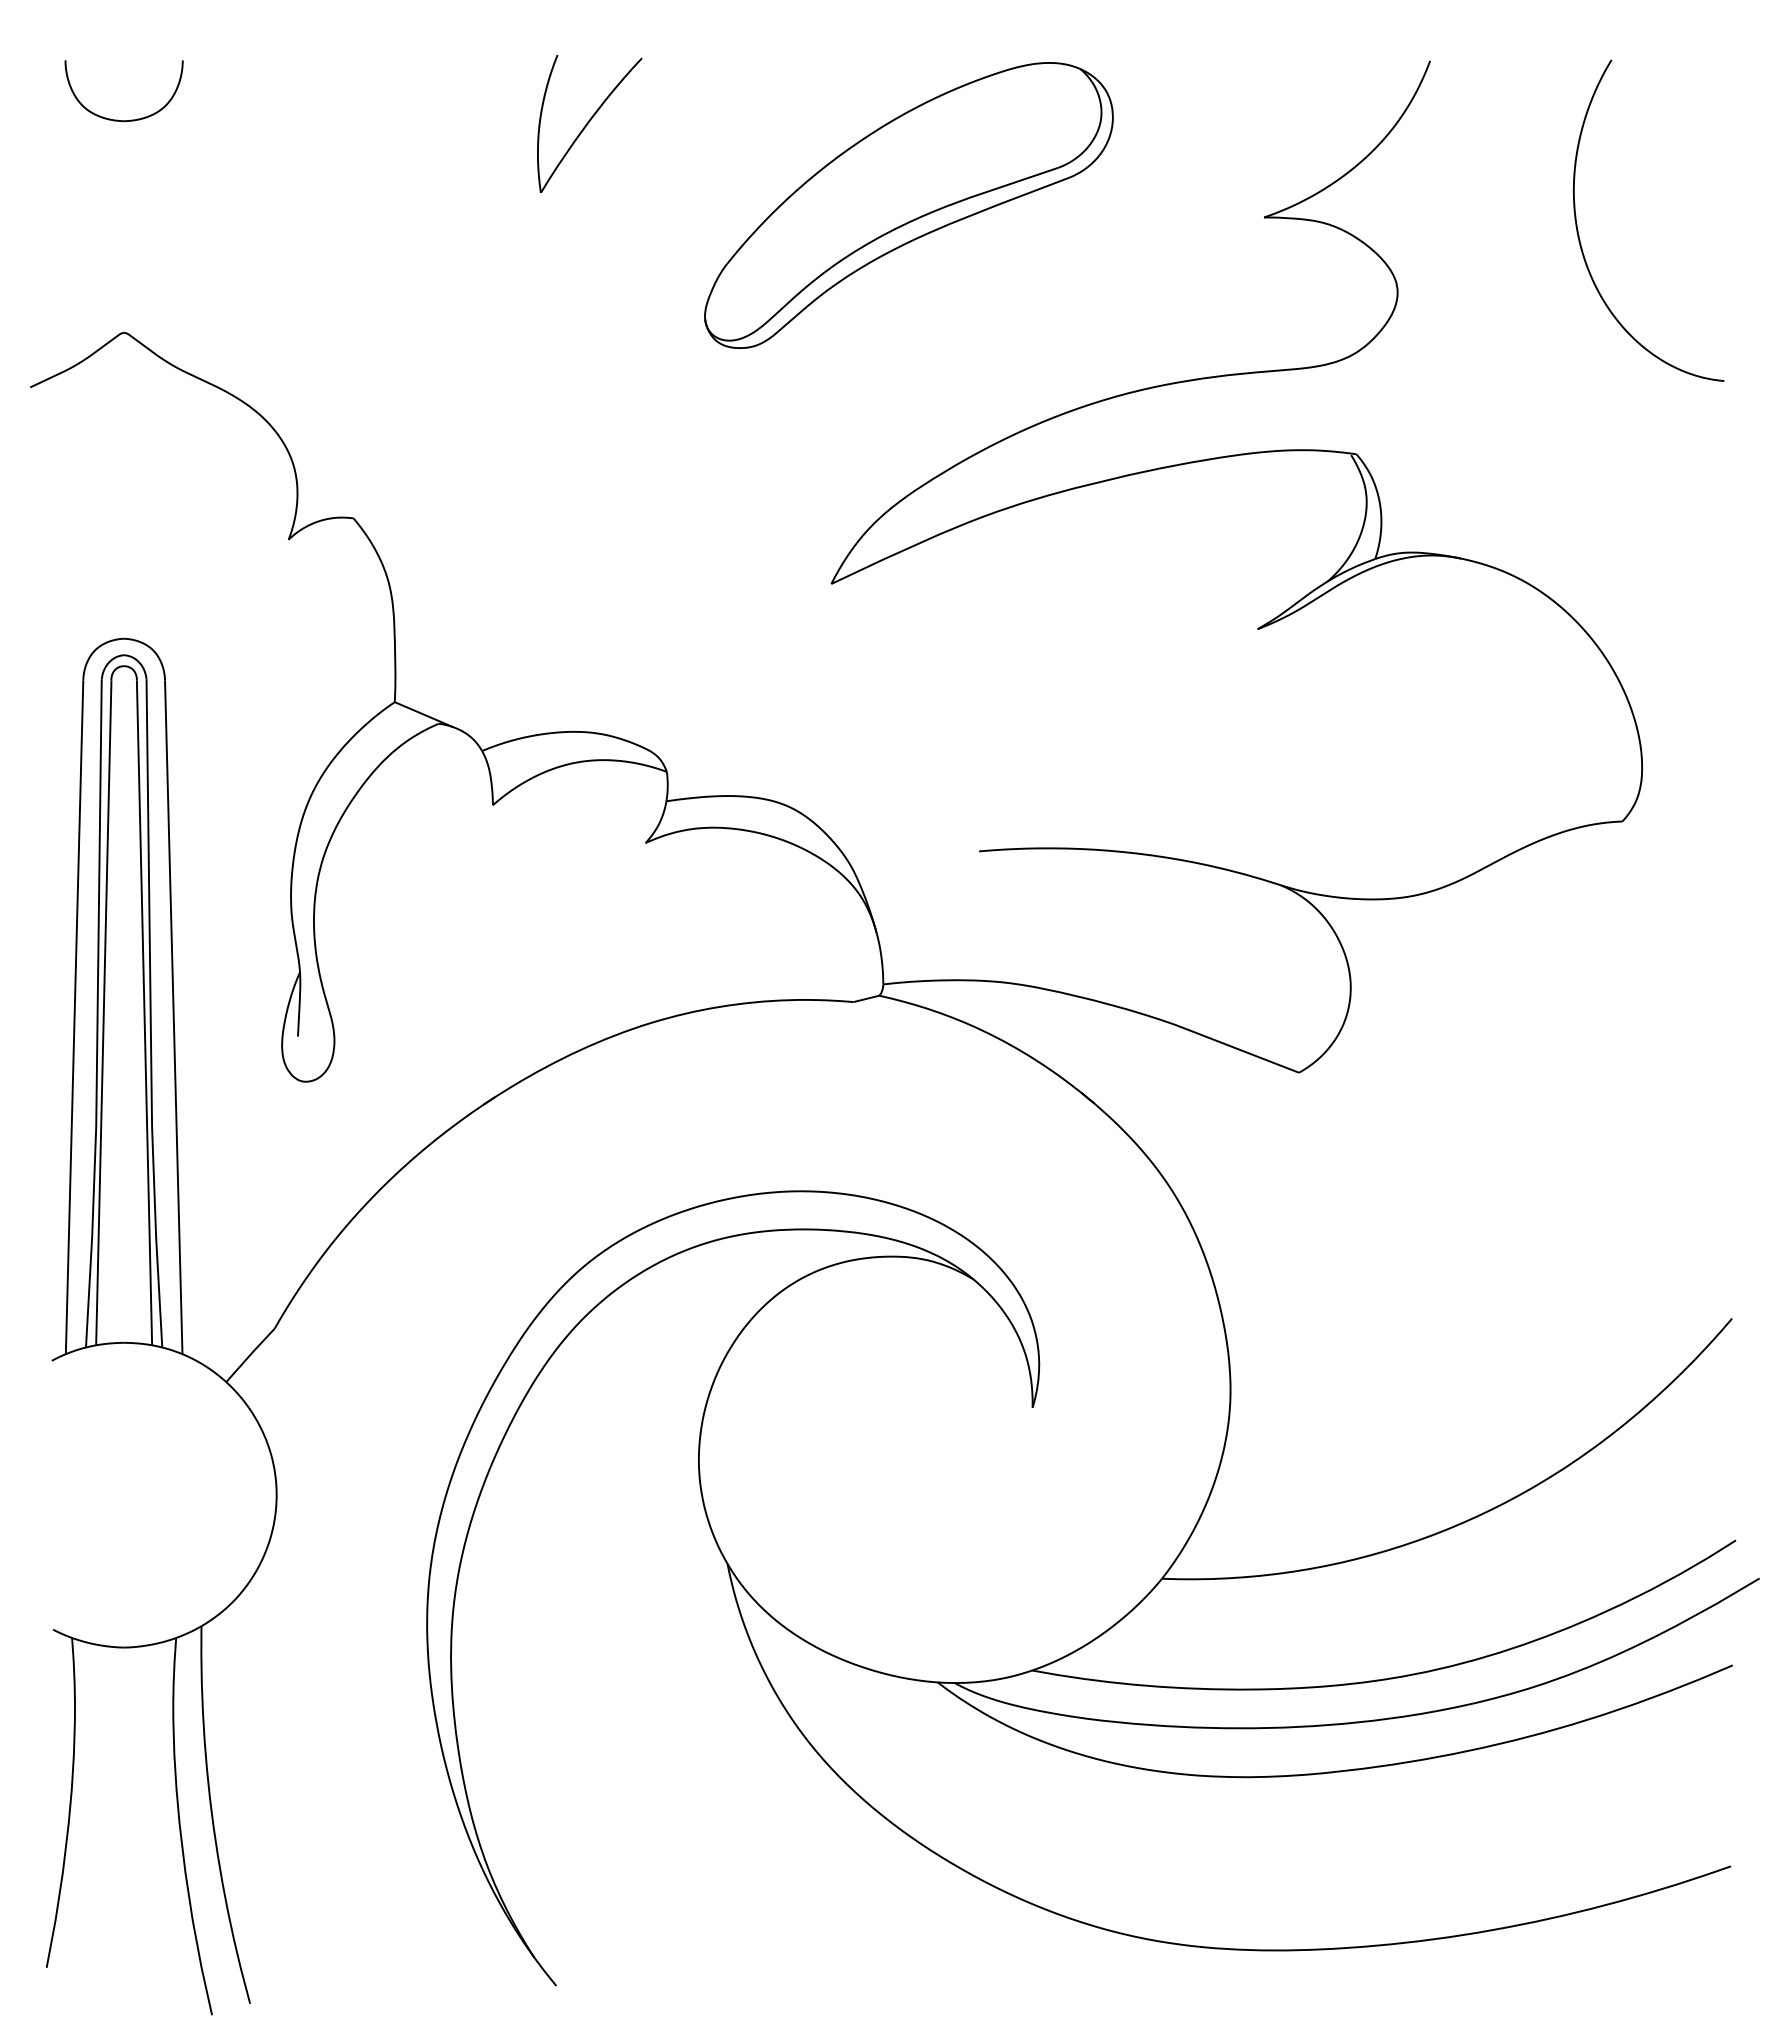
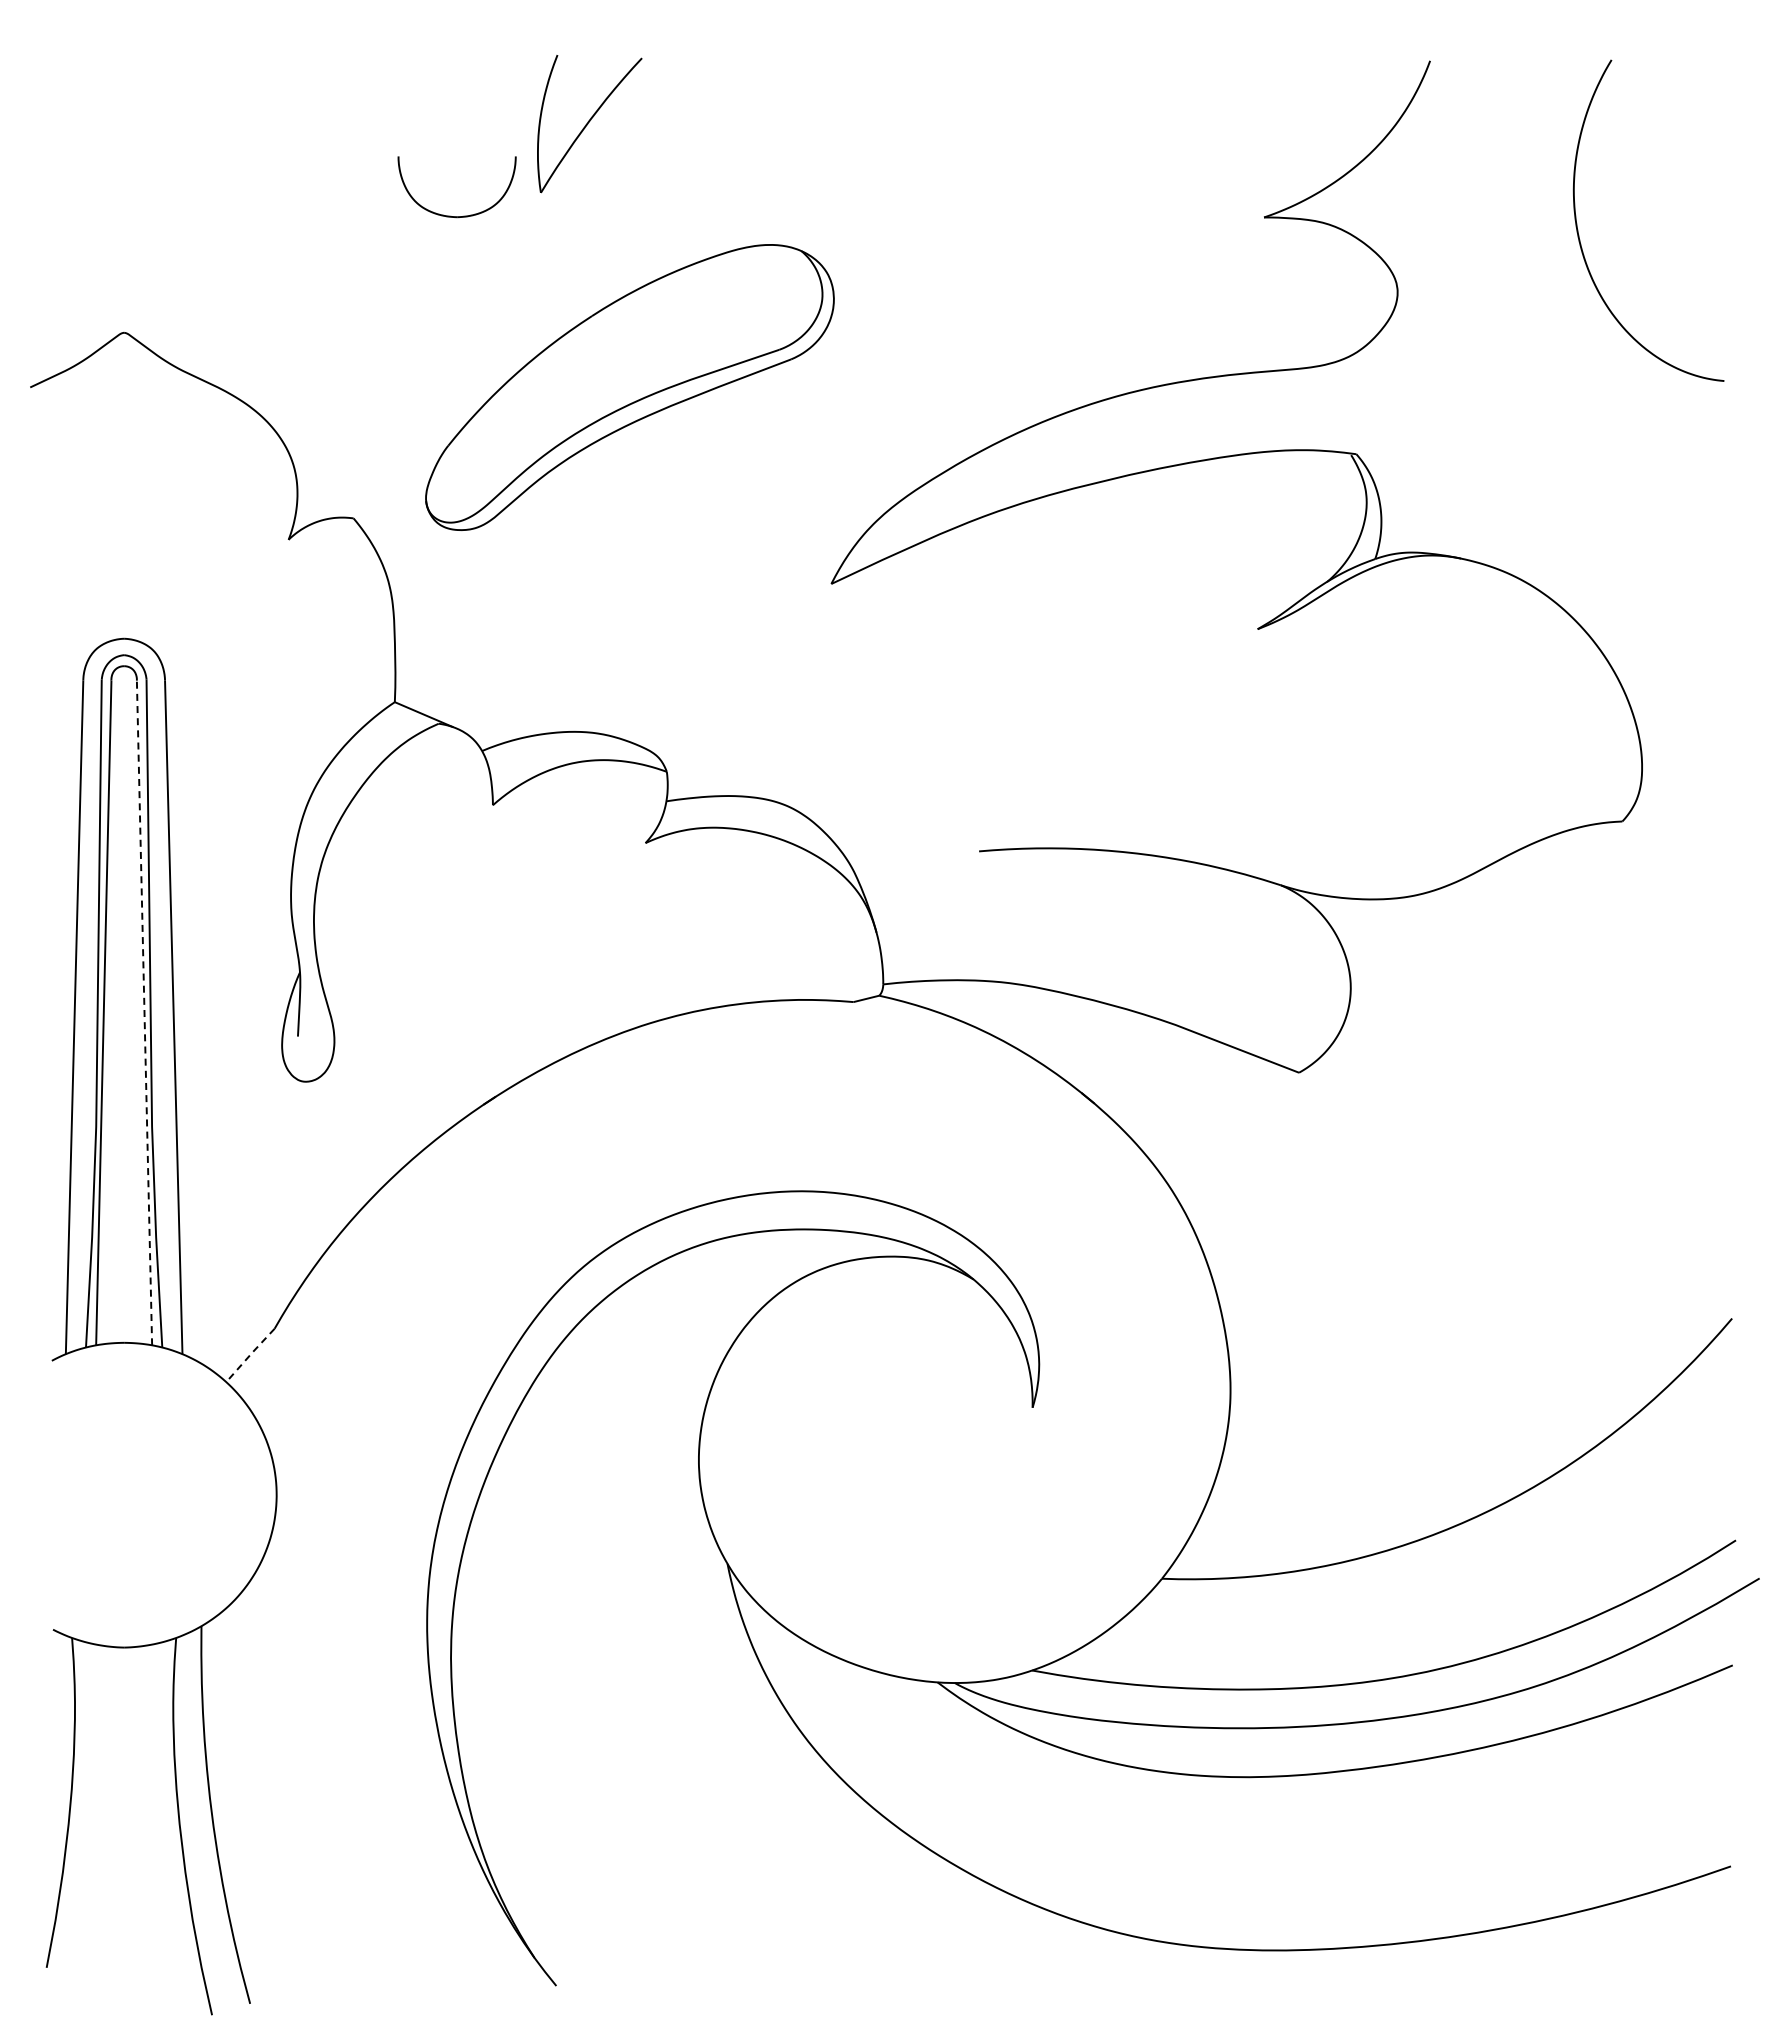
part at (117, 119) position: (117, 119) -> (450, 215)
part at (908, 205) position: (908, 205) -> (629, 387)
line at (144, 1012): solid -> dashed
line at (250, 1354): solid -> dashed
